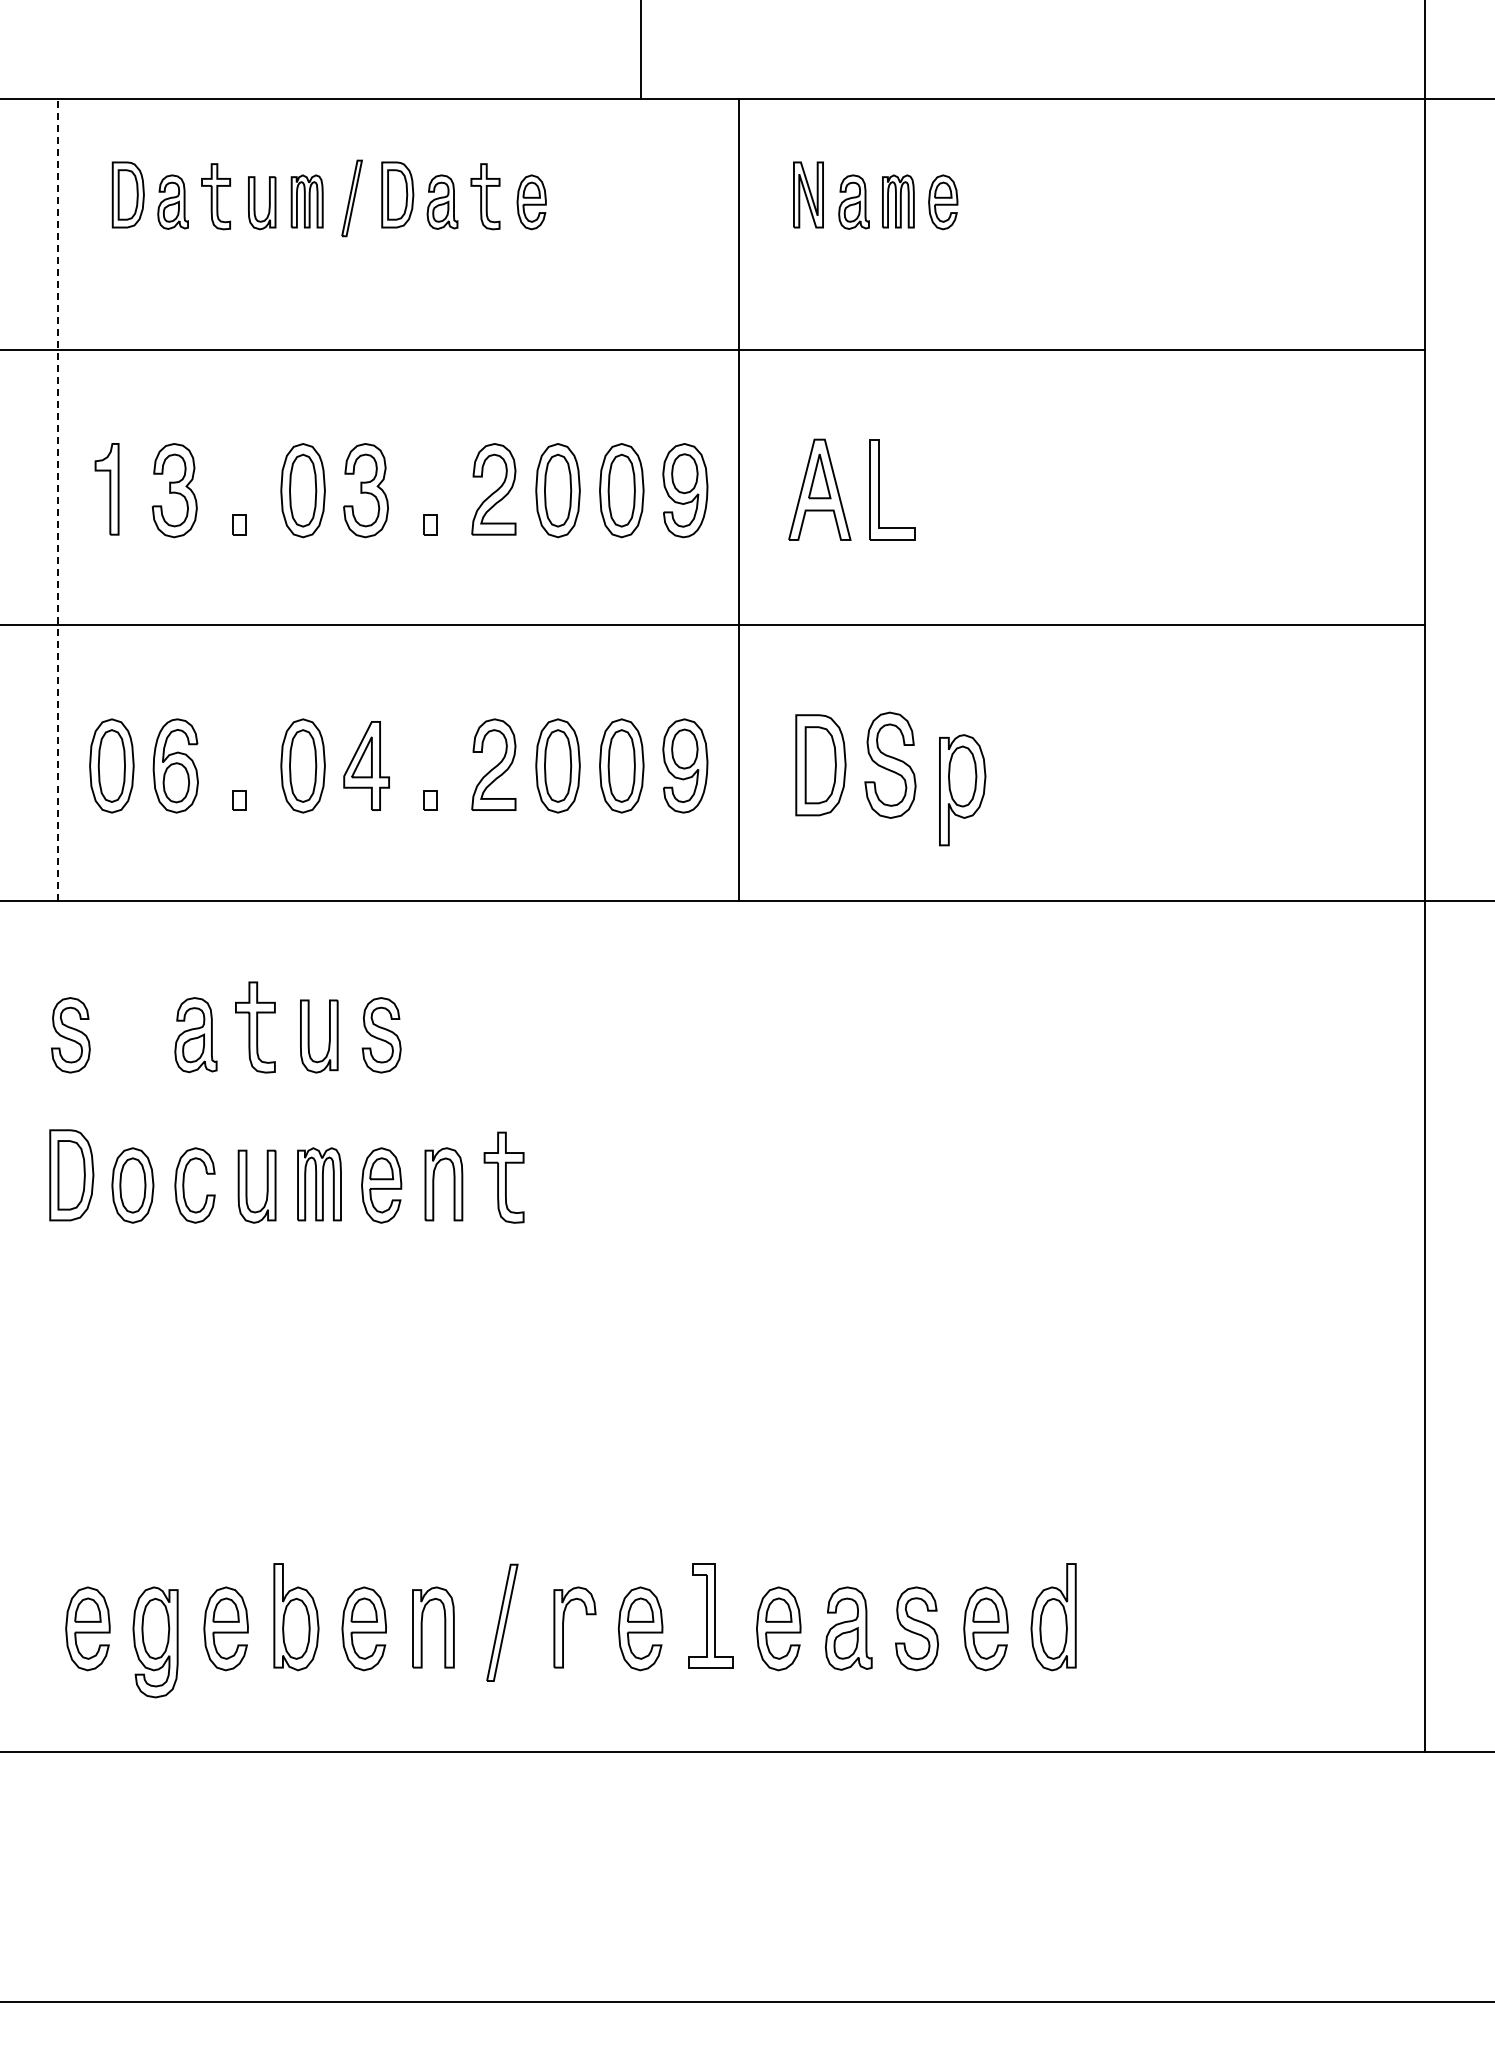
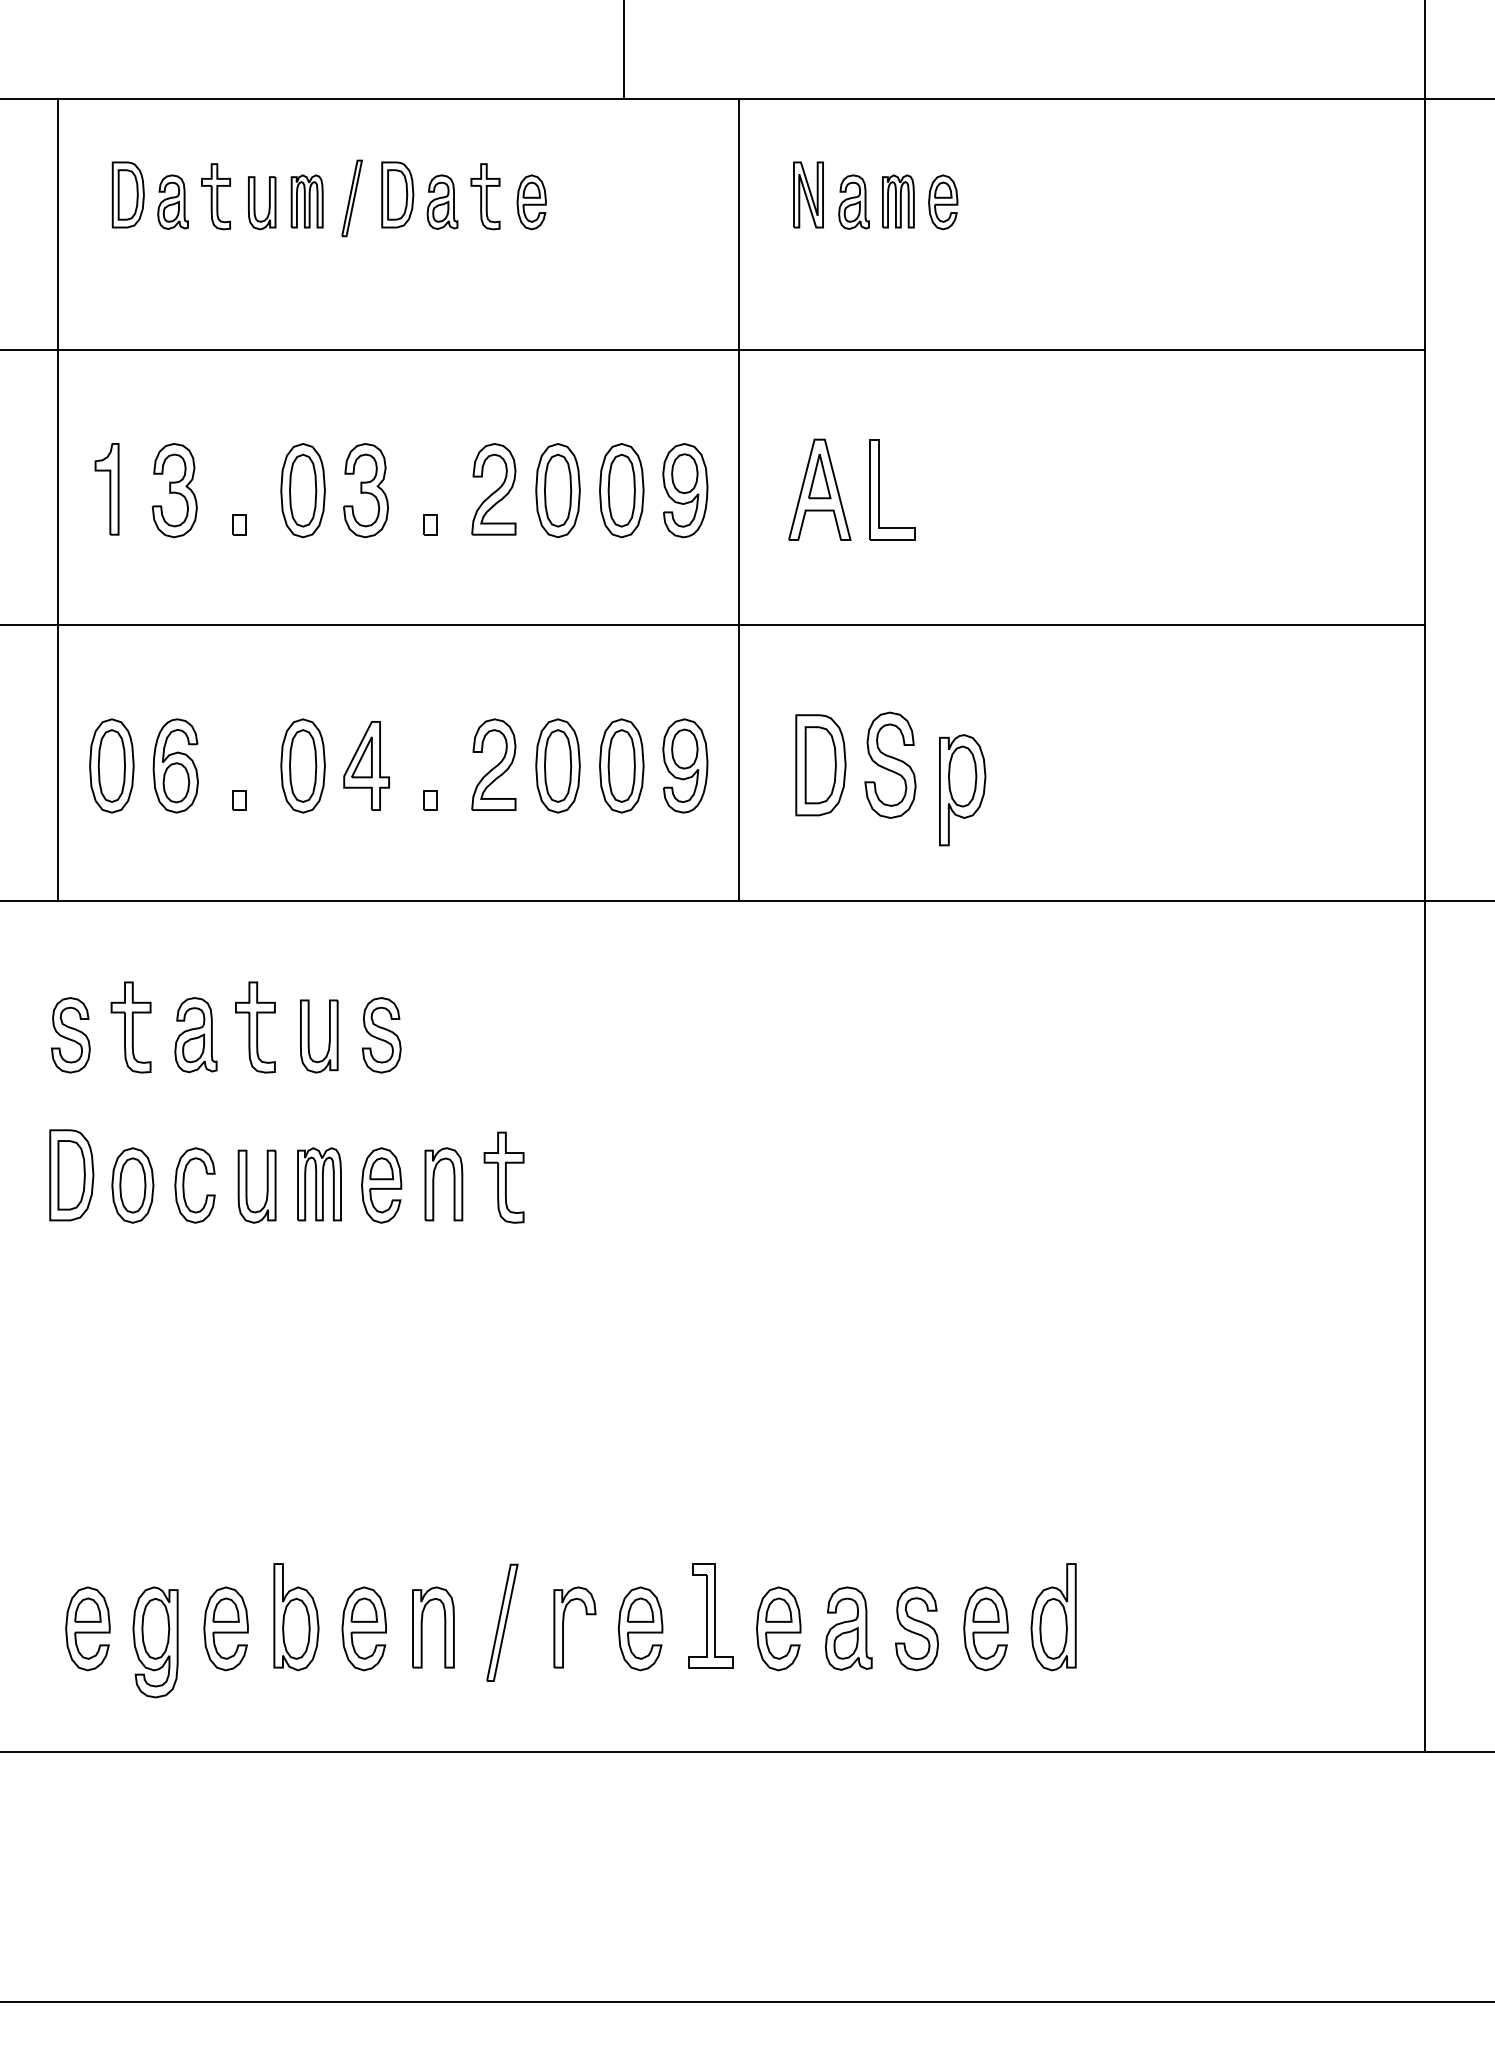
line at (641, 50) position: (641, 50) -> (624, 50)
line at (58, 500): dashed -> solid
part at (130, 1027): none -> present
